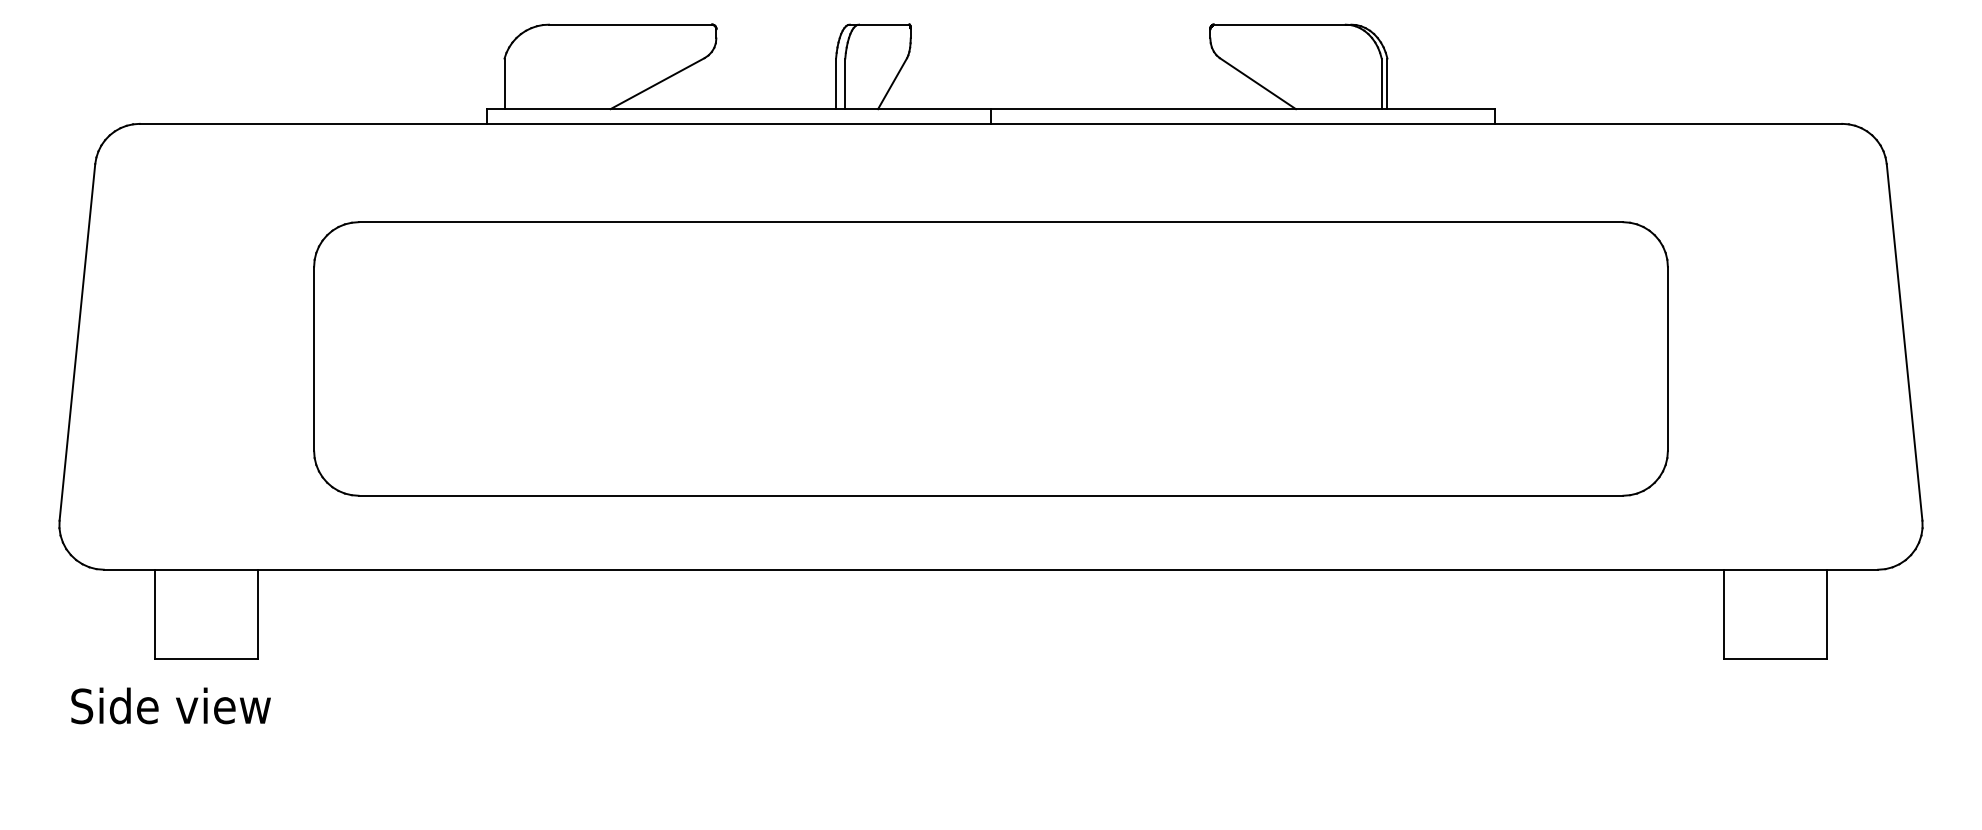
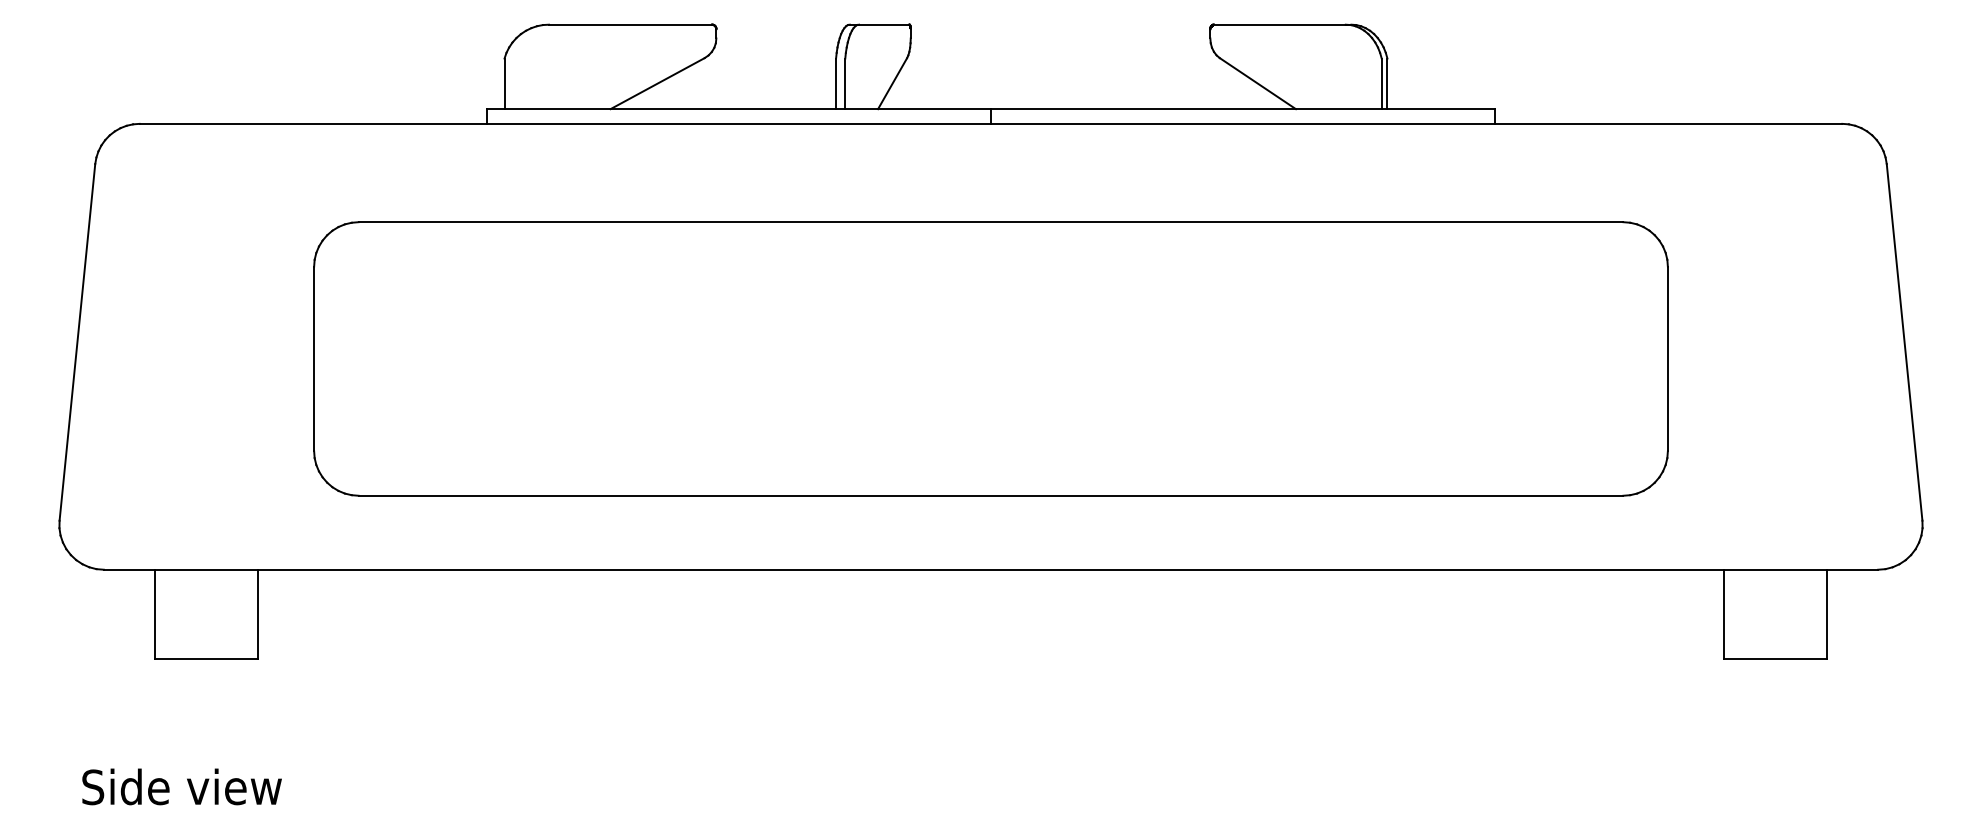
text at (170, 705) position: (170, 705) -> (181, 786)
